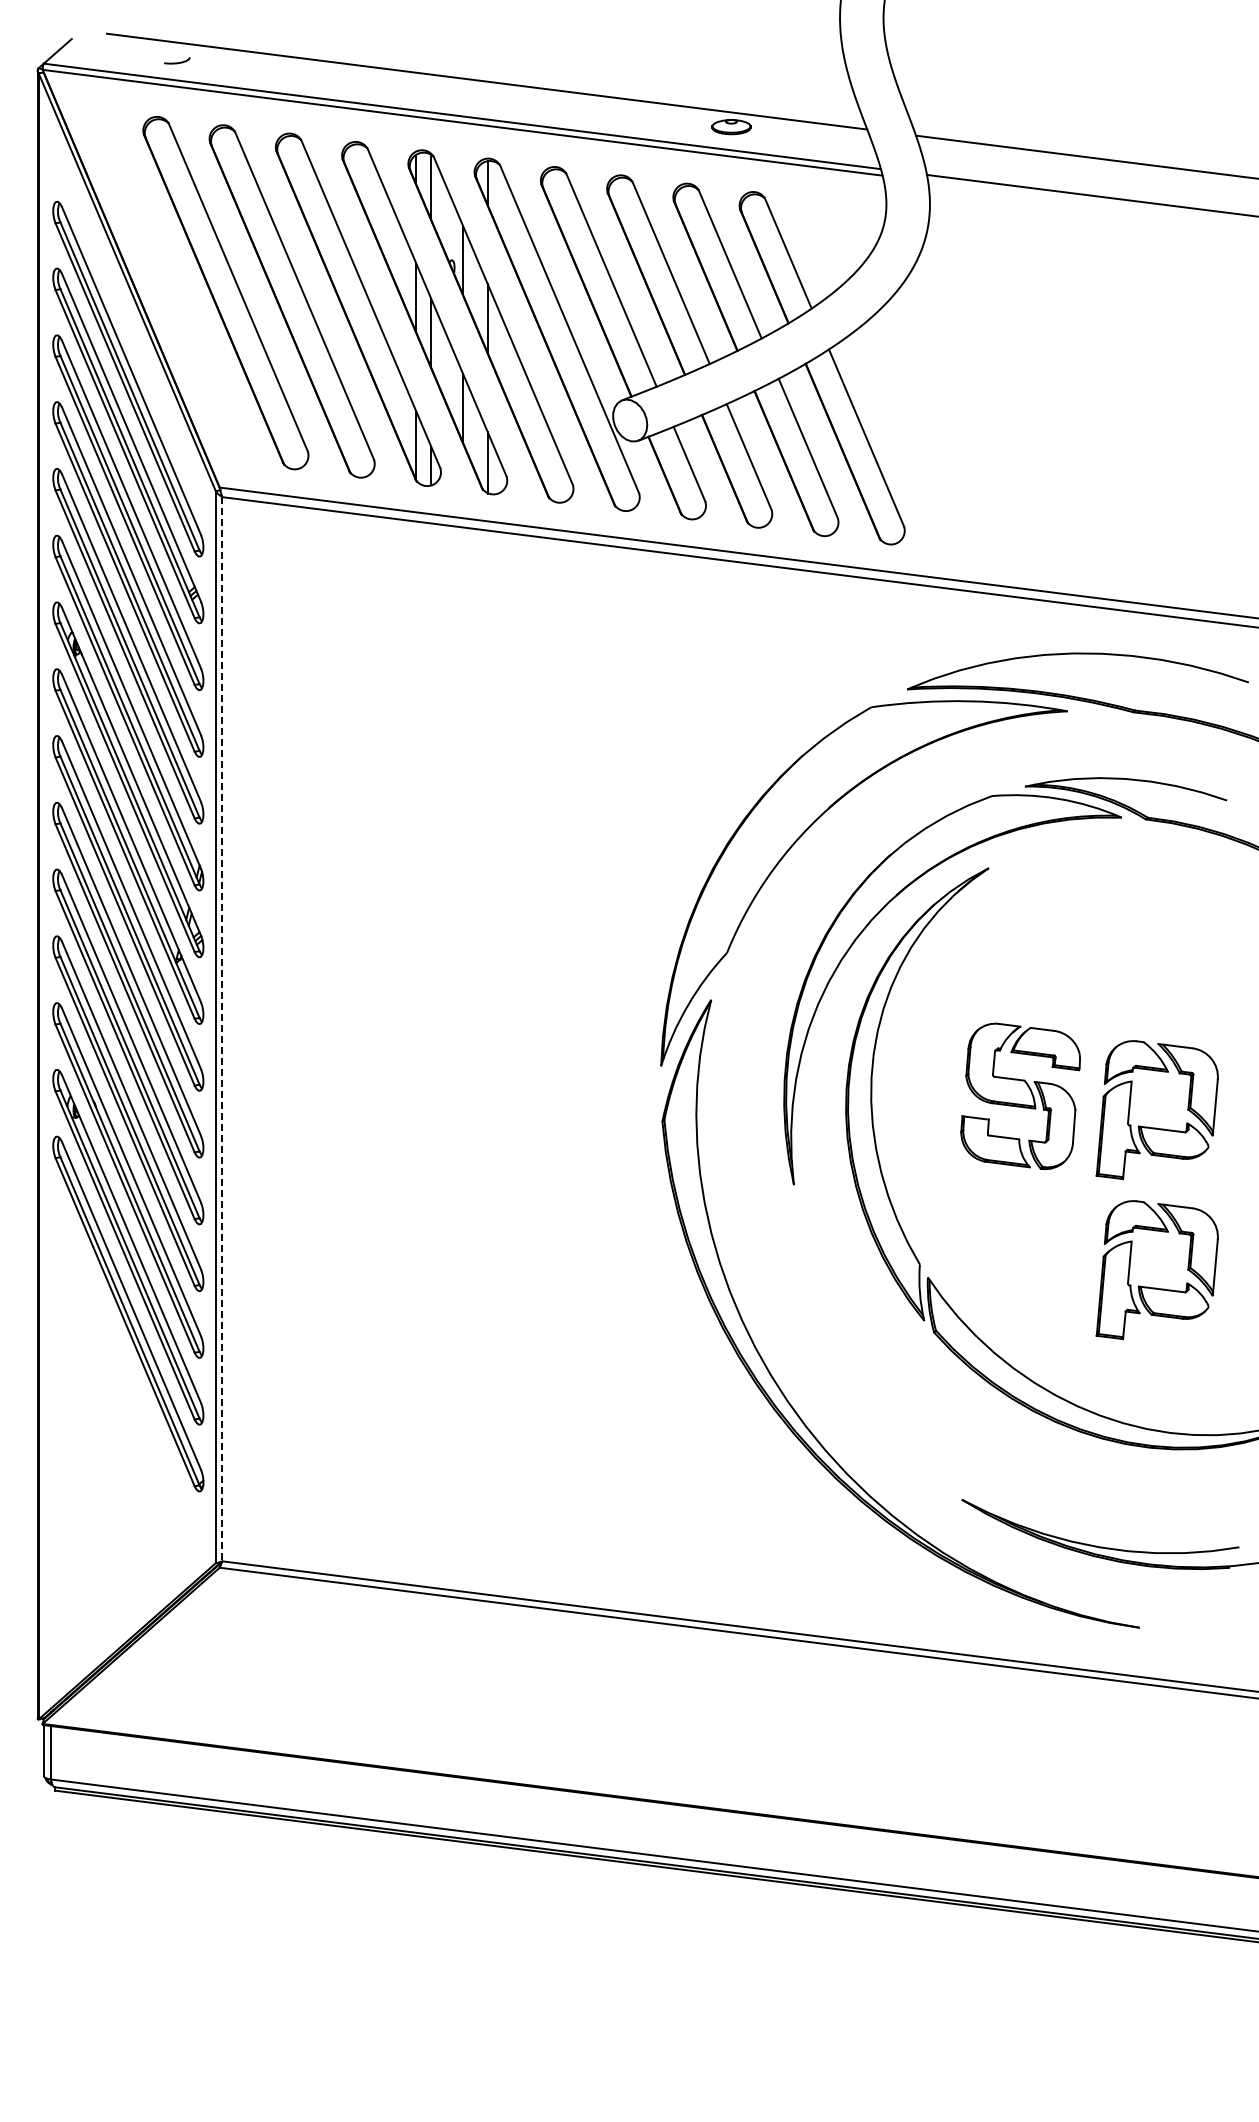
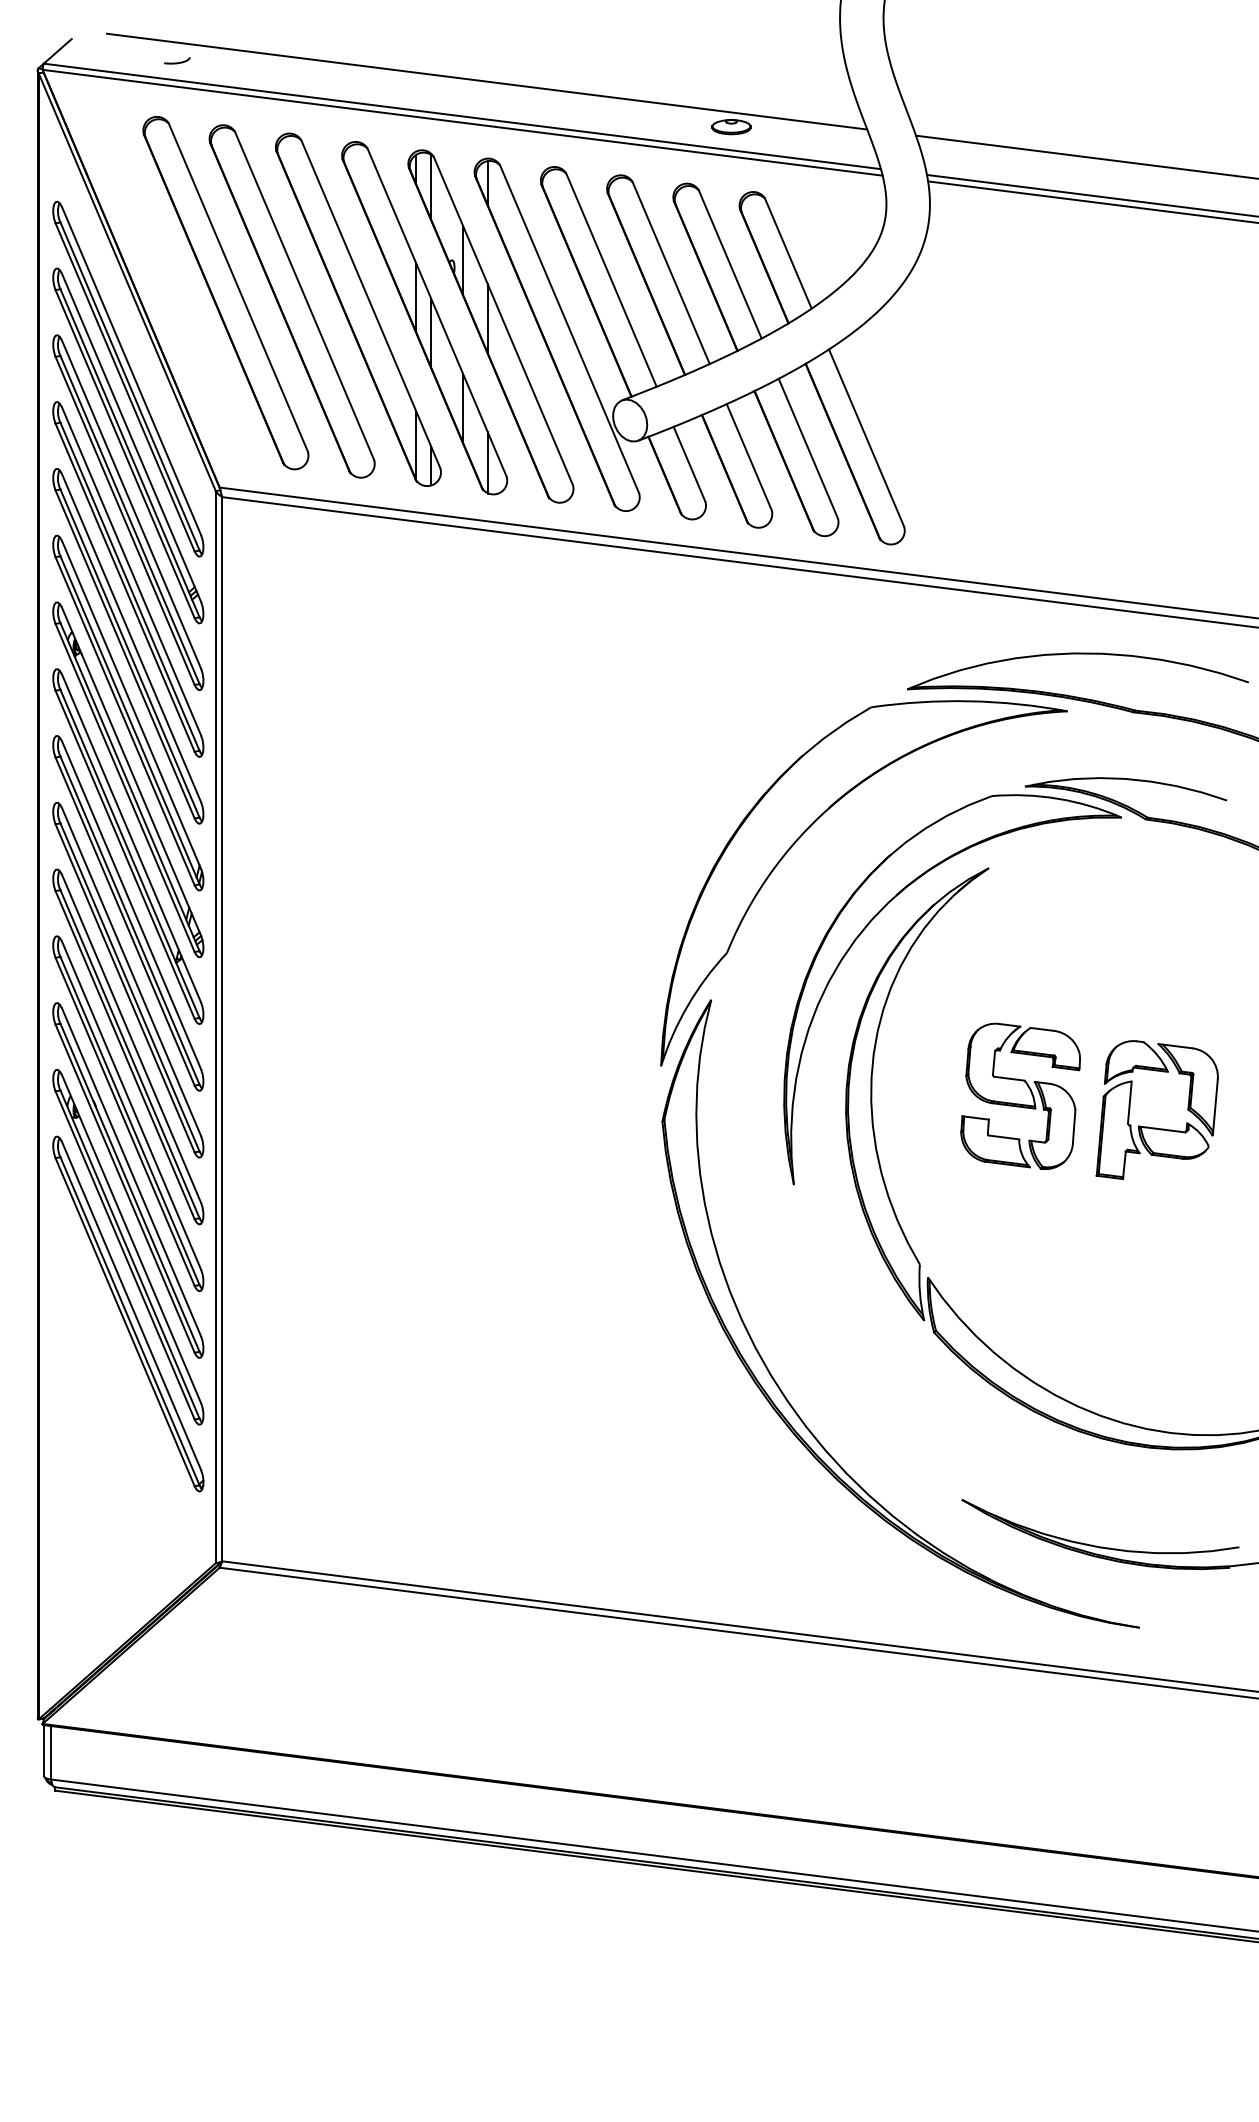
line at (1091, 201): none -> present
line at (222, 1029): dashed -> solid
part at (1156, 1287): present -> none
